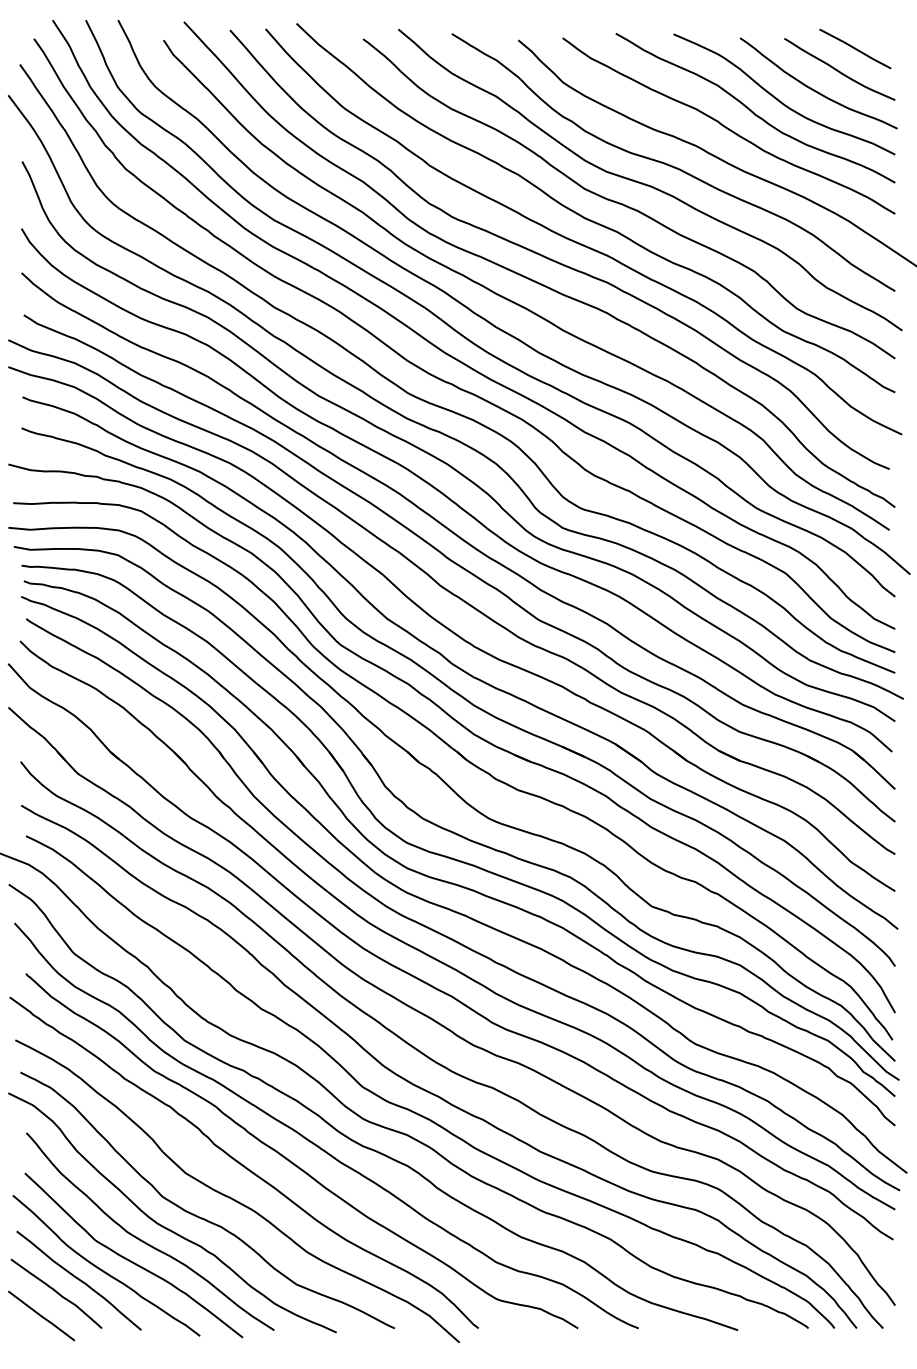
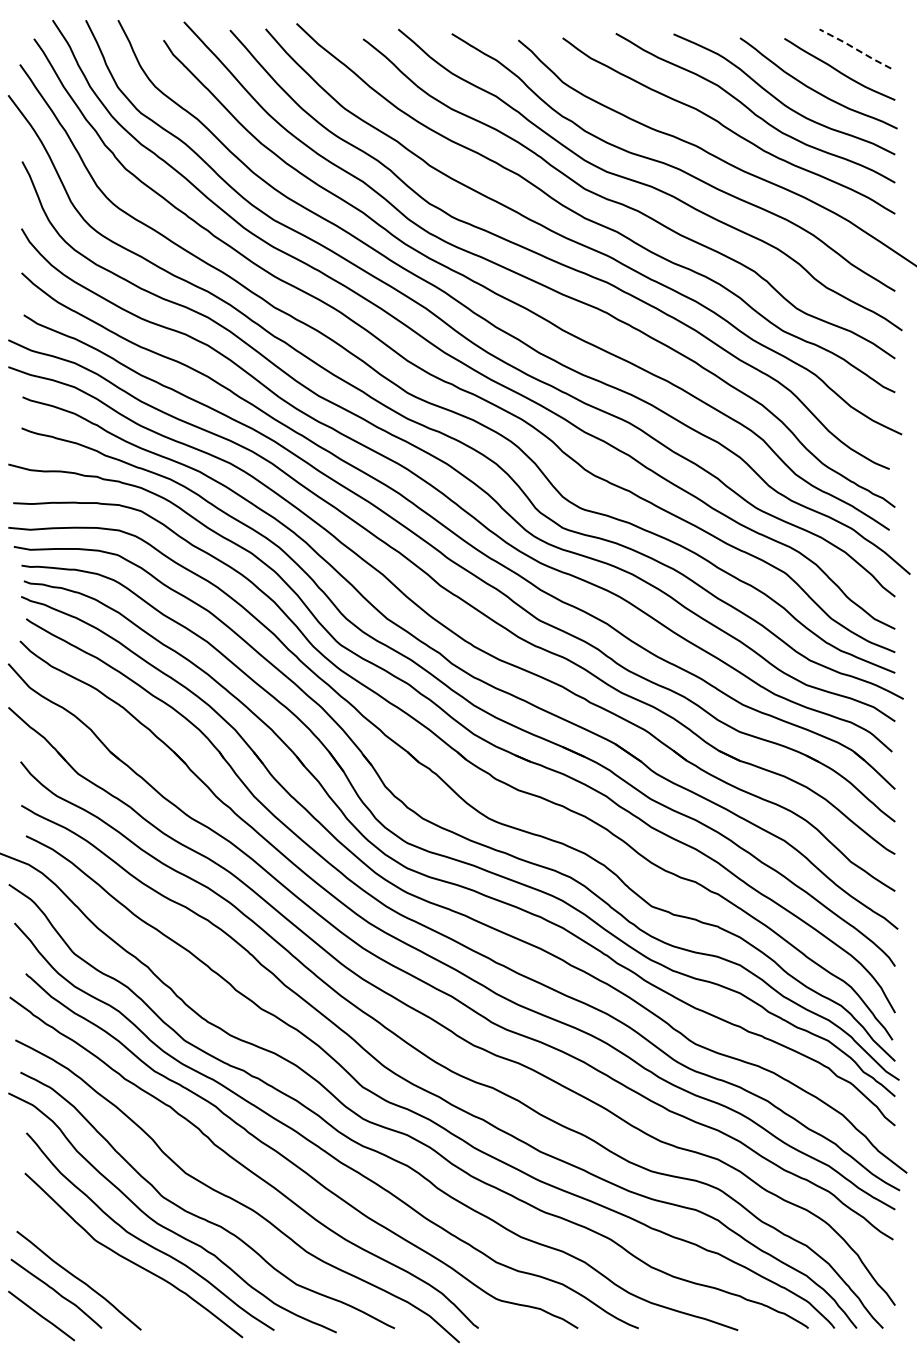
line at (855, 48): solid -> dashed
curve at (102, 1269): present -> none
